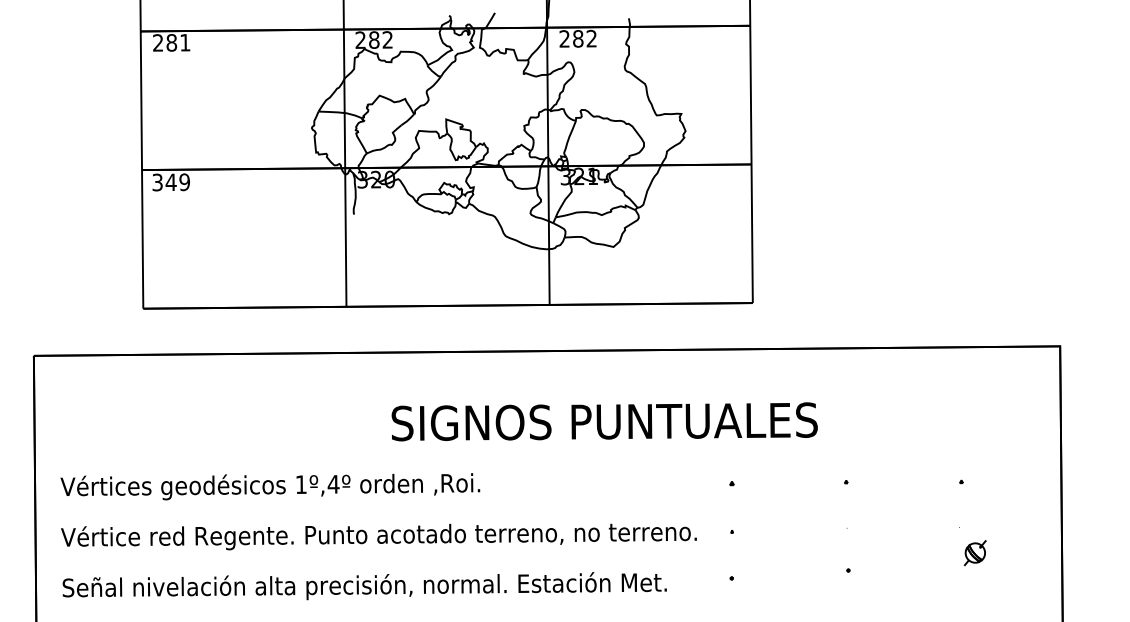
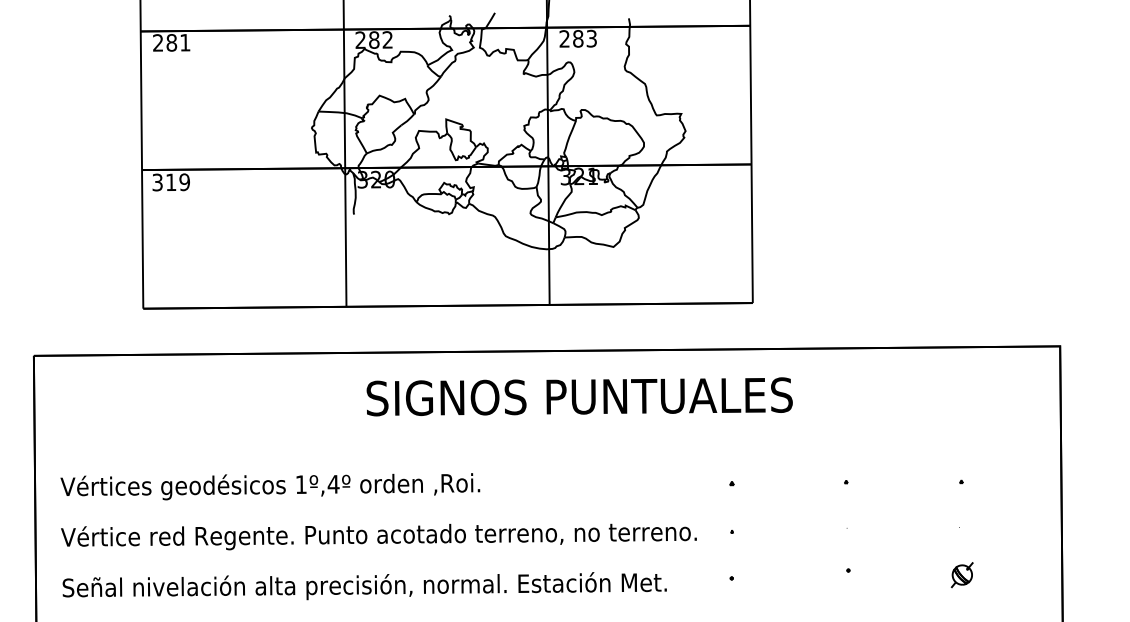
text at (591, 38): 282 -> 283
text at (170, 181): 349 -> 319
text at (604, 421) position: (604, 421) -> (579, 396)
part at (974, 553) position: (974, 553) -> (961, 575)
